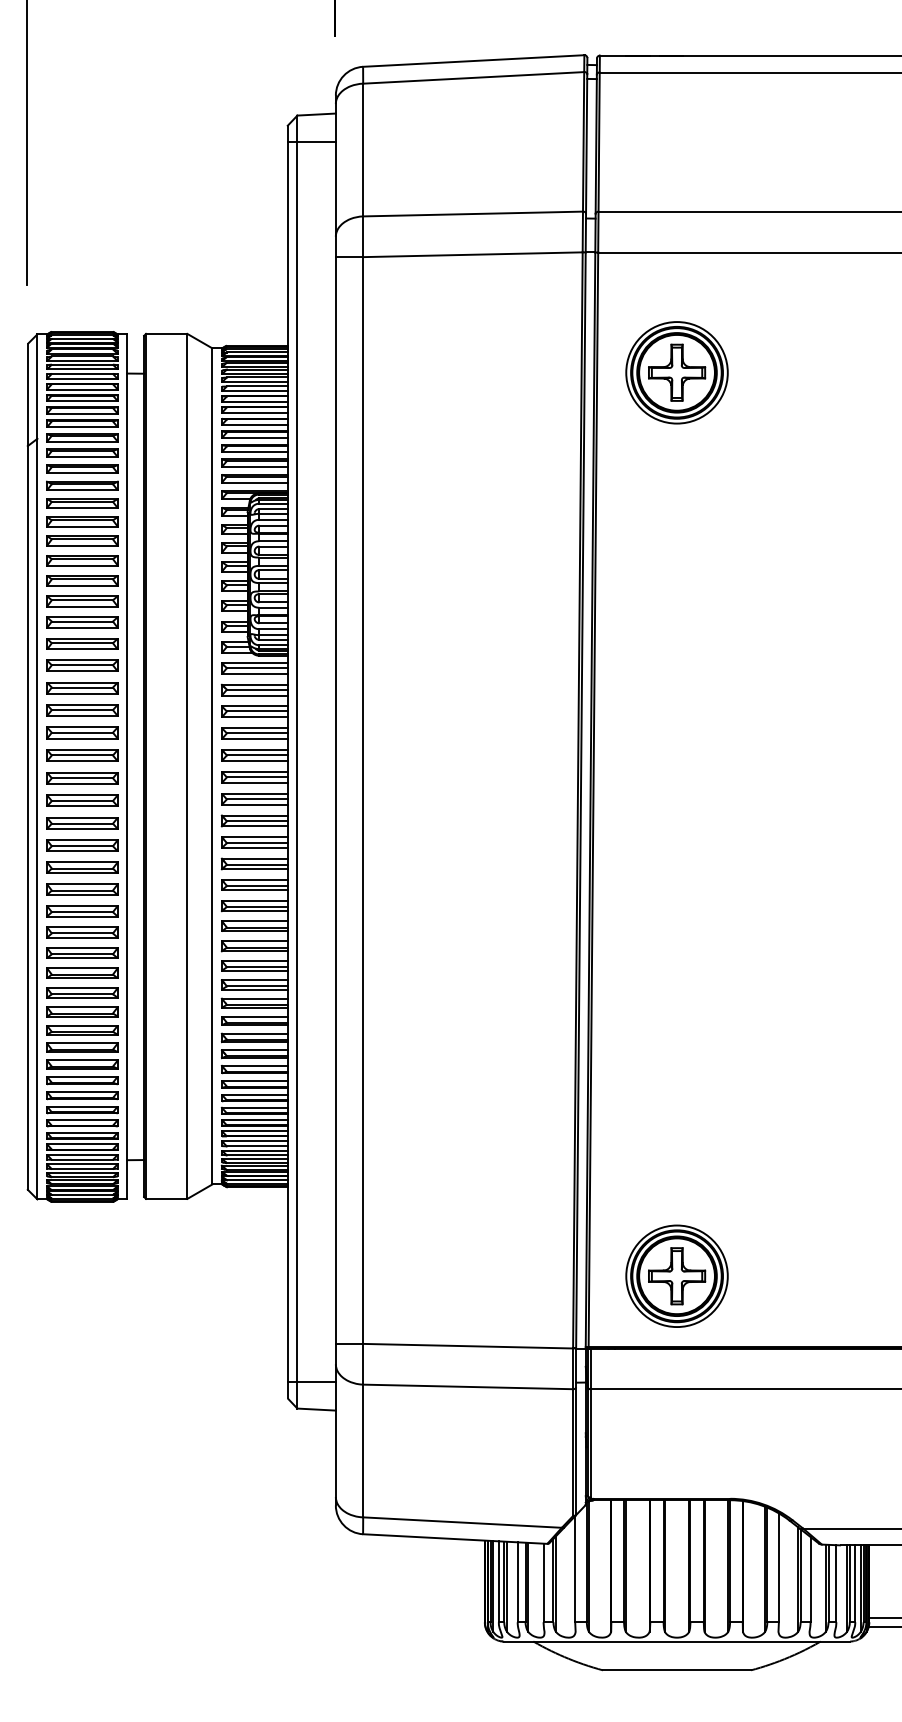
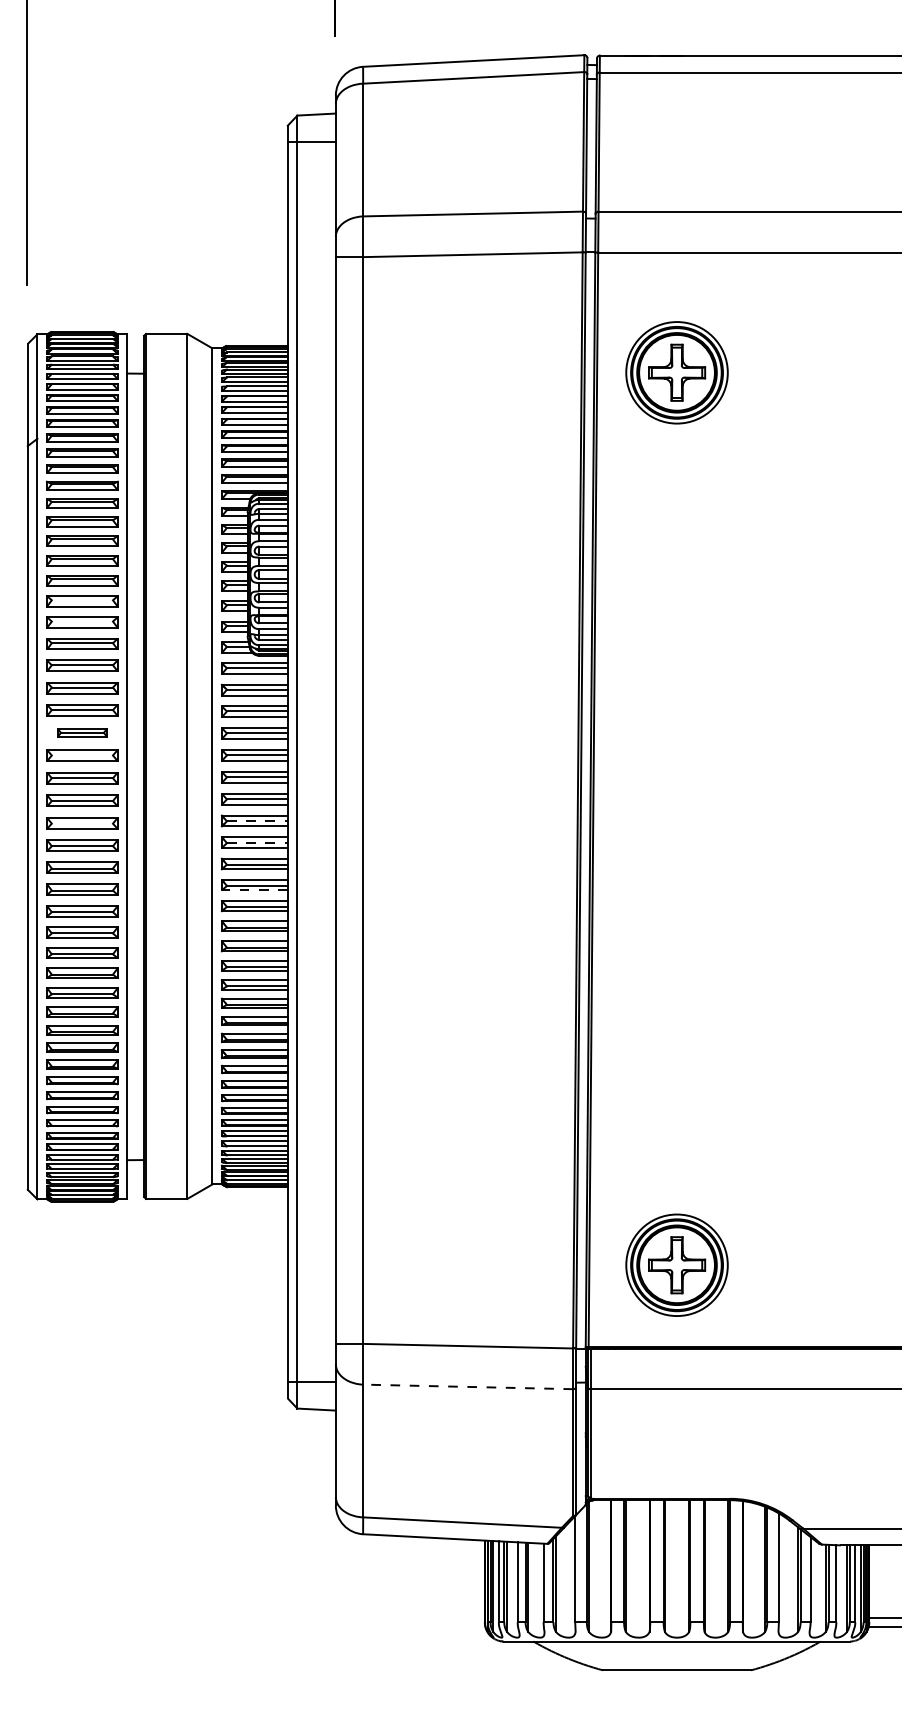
line at (81, 600): present -> none
line at (81, 621): present -> none
part at (82, 732) size: 73x14 px -> 51x10 px
line at (81, 755): present -> none
line at (257, 821): solid -> dashed
line at (81, 823): present -> none
line at (257, 843): solid -> dashed
line at (254, 890): solid -> dashed
part at (676, 1275) position: (676, 1275) -> (676, 1264)
line at (468, 1386): solid -> dashed
